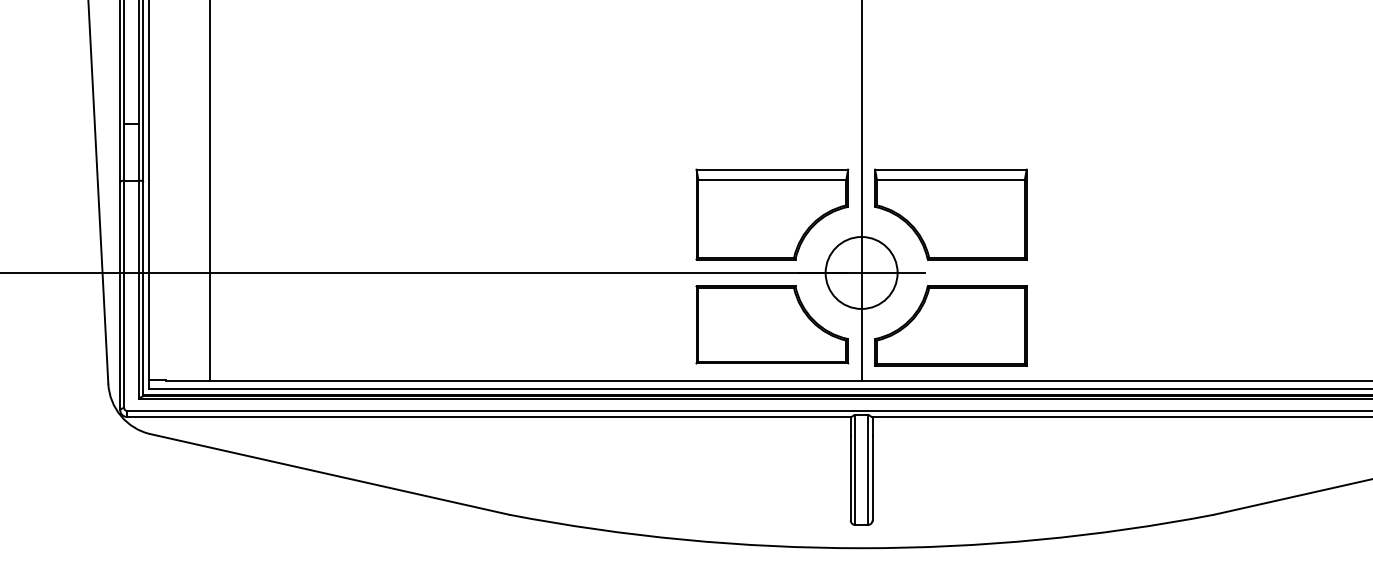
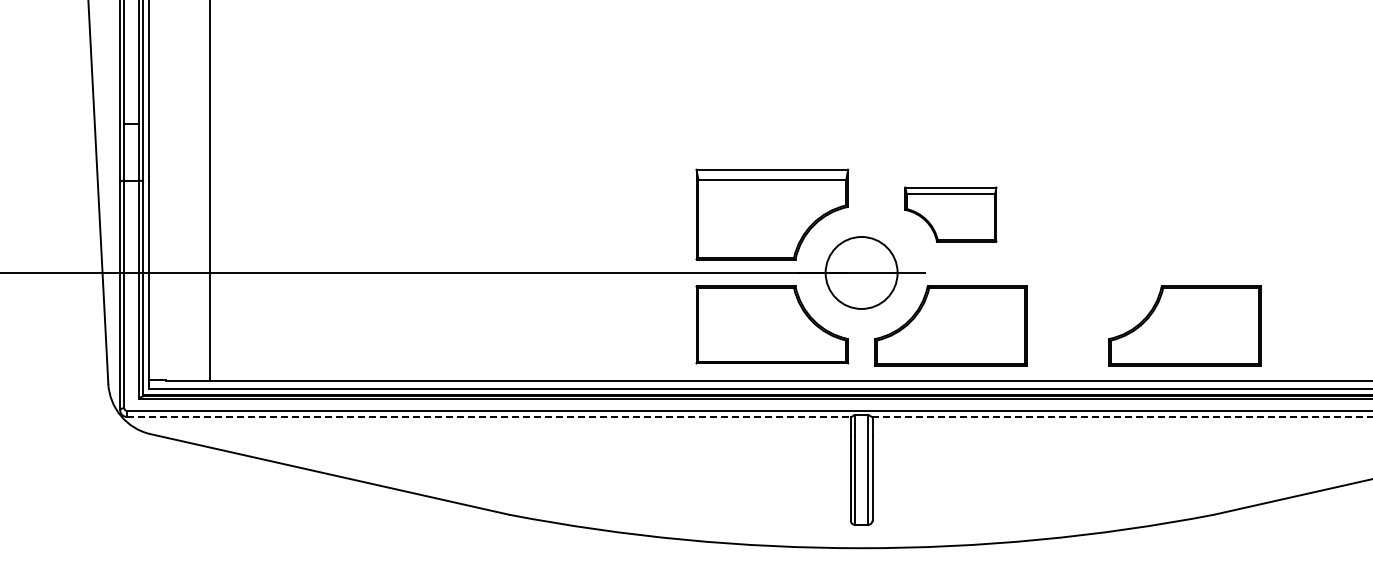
line at (861, 191): present -> none
part at (950, 214) size: 154x93 px -> 94x57 px
part at (1184, 325): none -> present
line at (489, 416): solid -> dashed
line at (1122, 416): solid -> dashed
